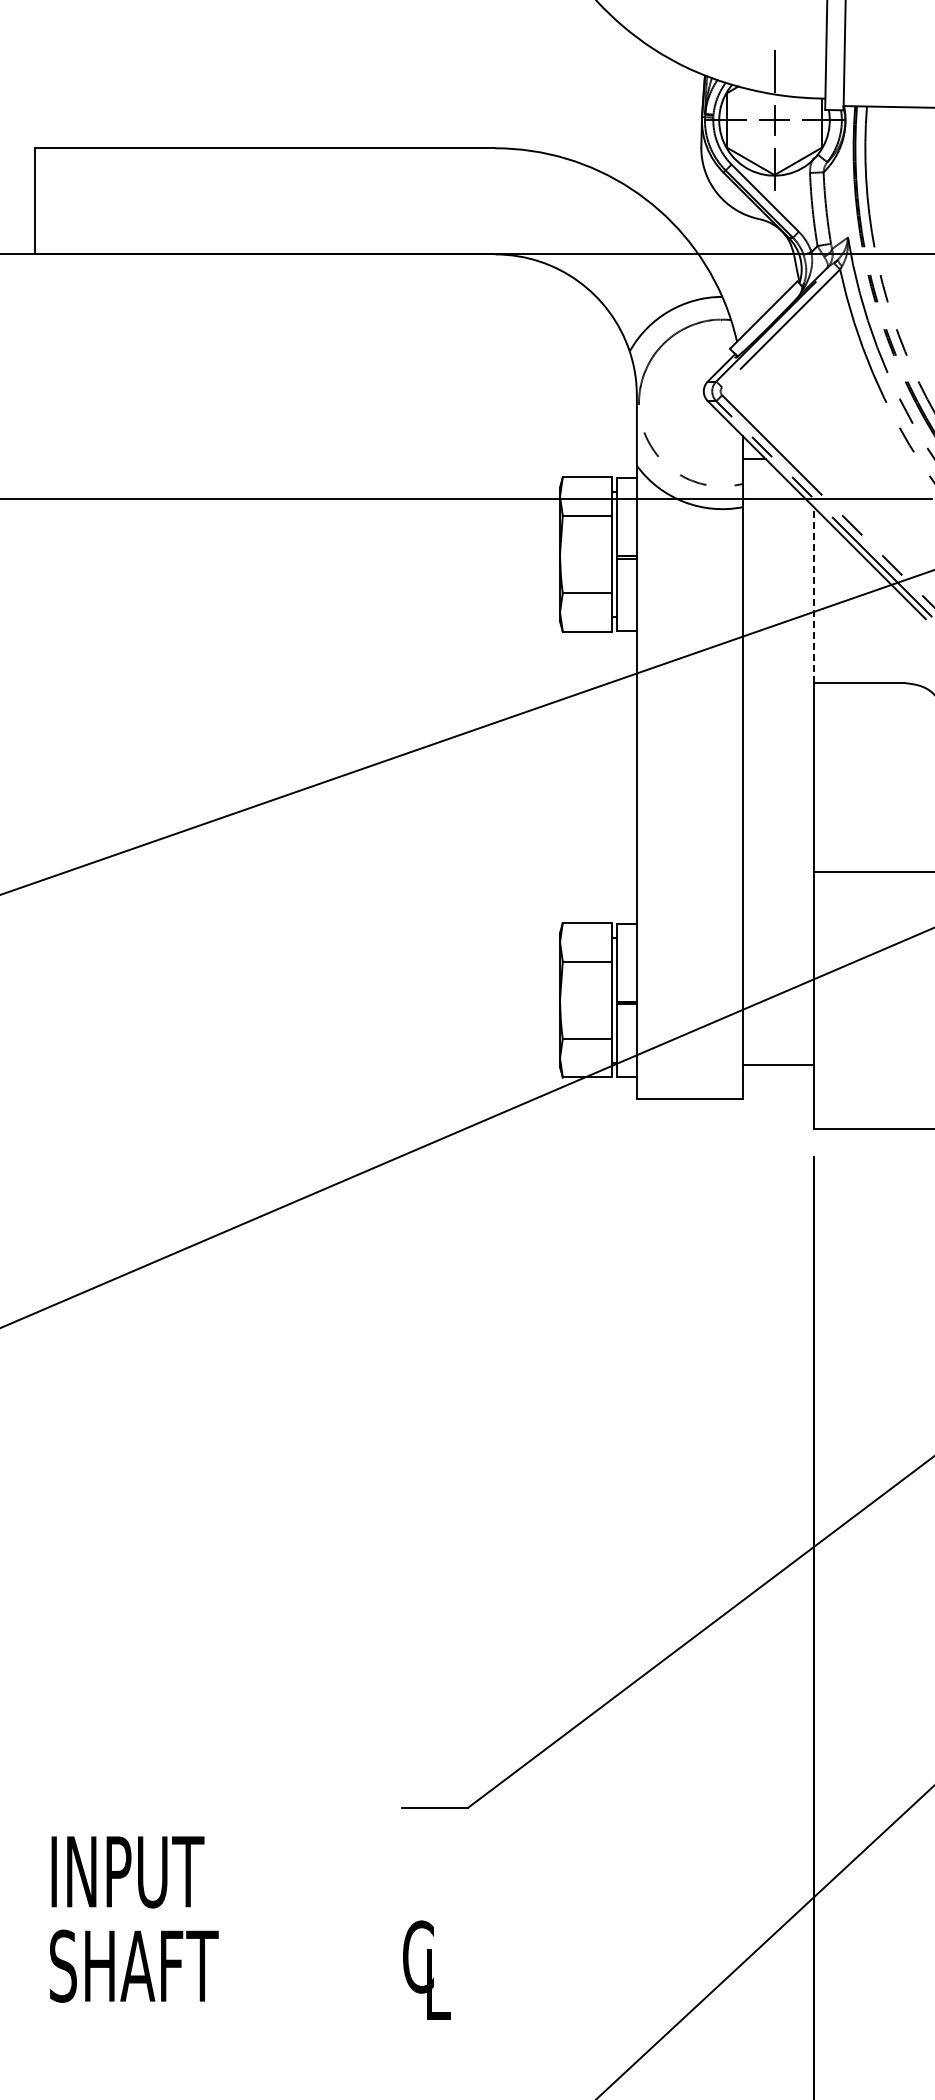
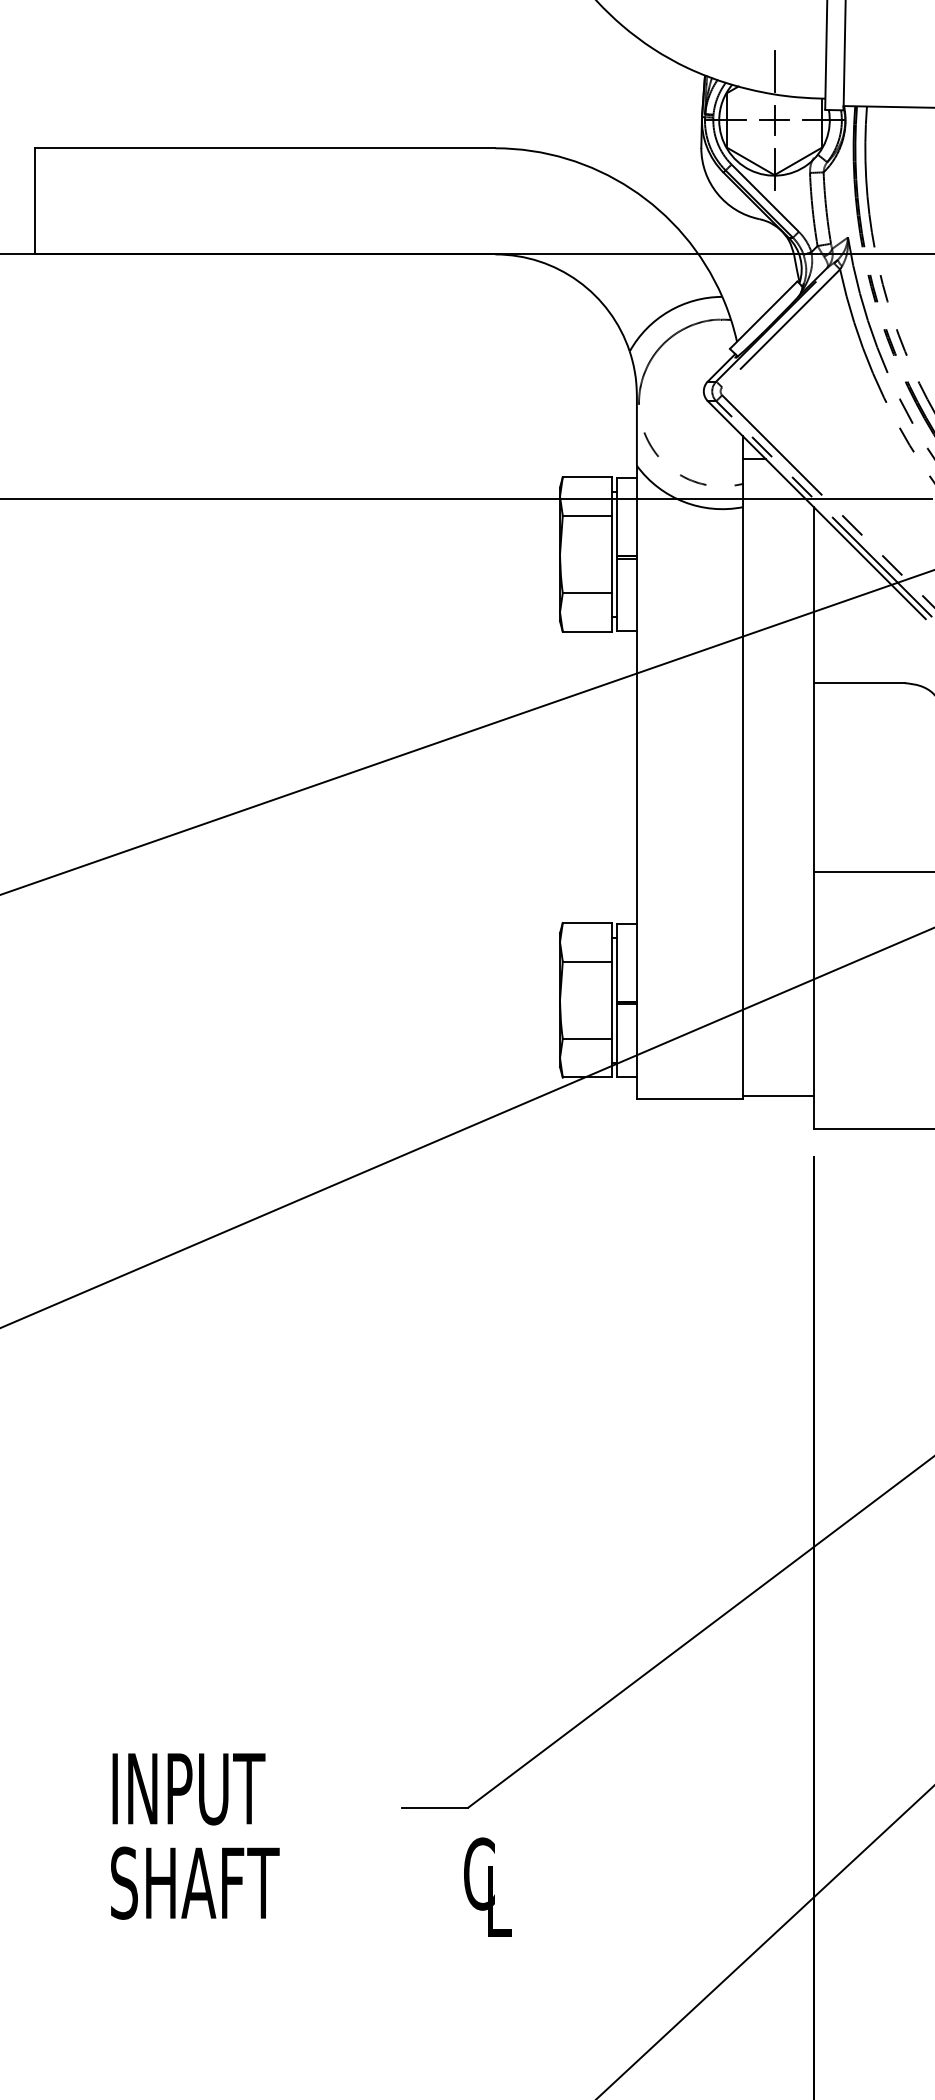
line at (813, 595): dashed -> solid
line at (778, 1064) position: (778, 1064) -> (778, 1095)
text at (250, 1927) position: (250, 1927) -> (311, 1844)
